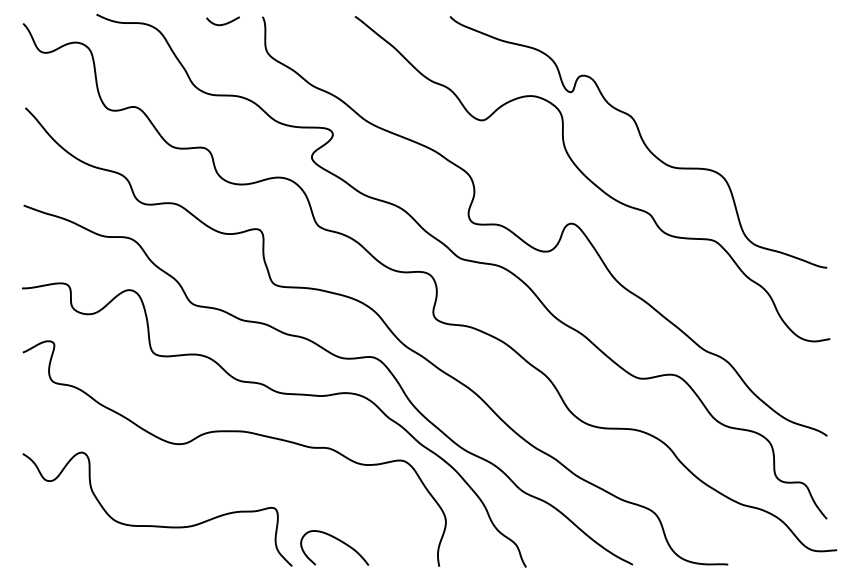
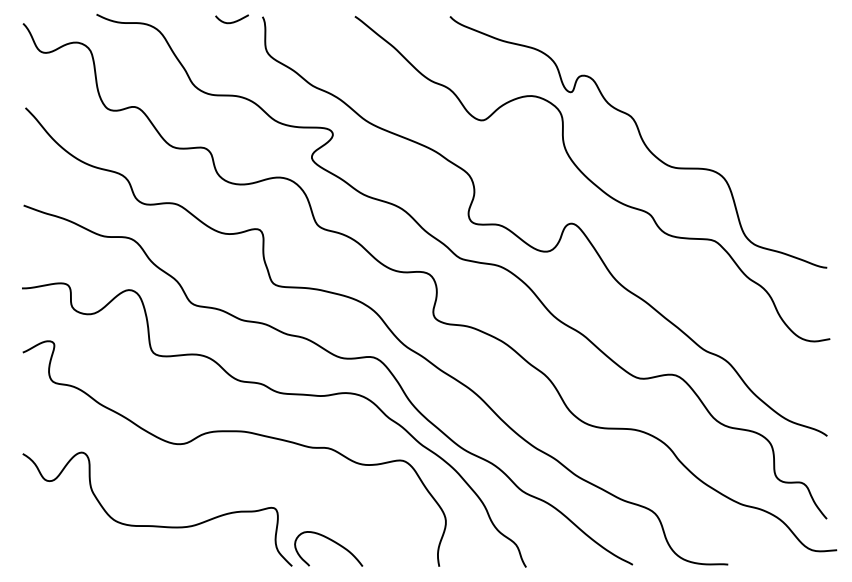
curve at (223, 23) position: (223, 23) -> (232, 21)
curve at (337, 540) position: (337, 540) -> (331, 541)
